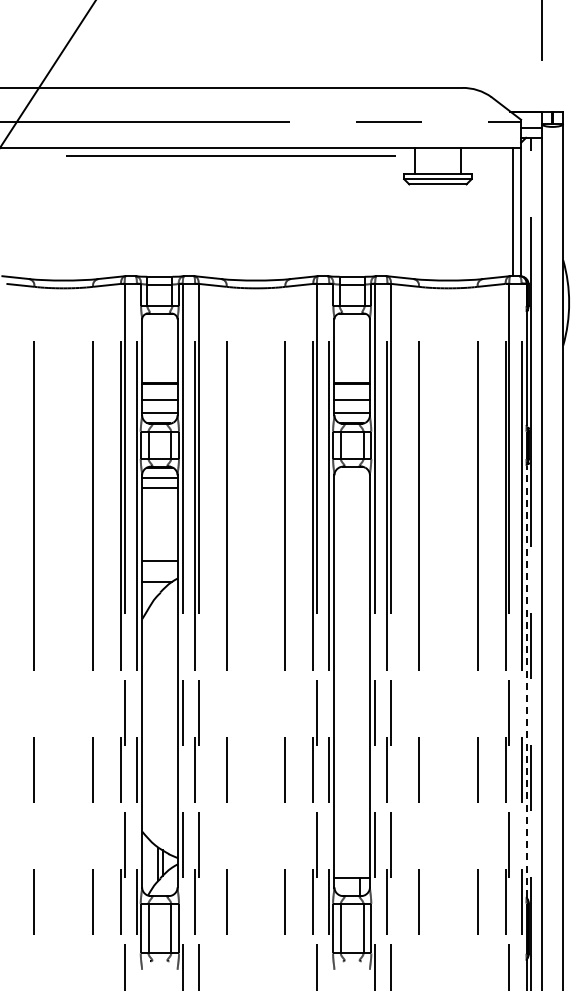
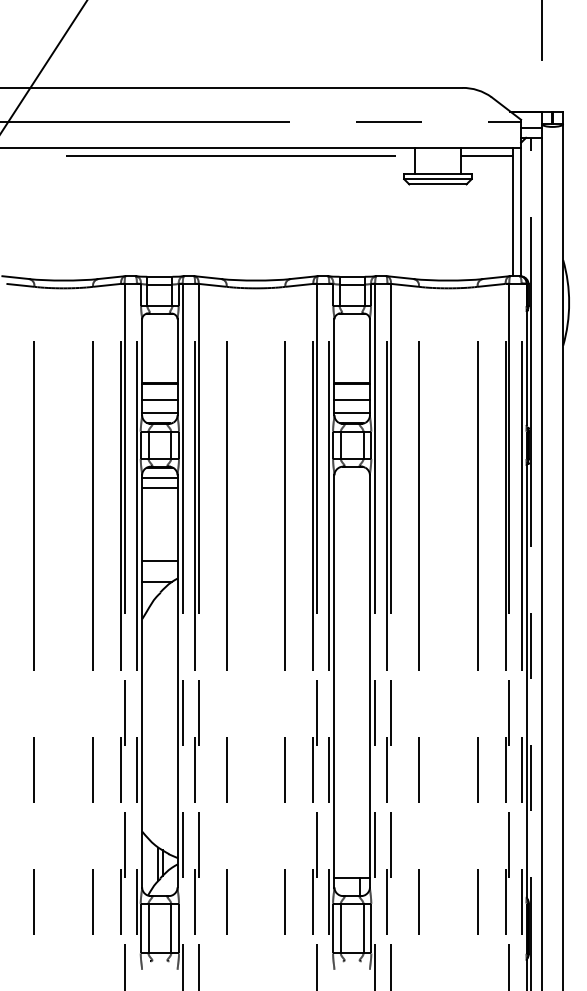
line at (48, 73) position: (48, 73) -> (44, 66)
line at (487, 156): none -> present
line at (526, 681): dashed -> solid
